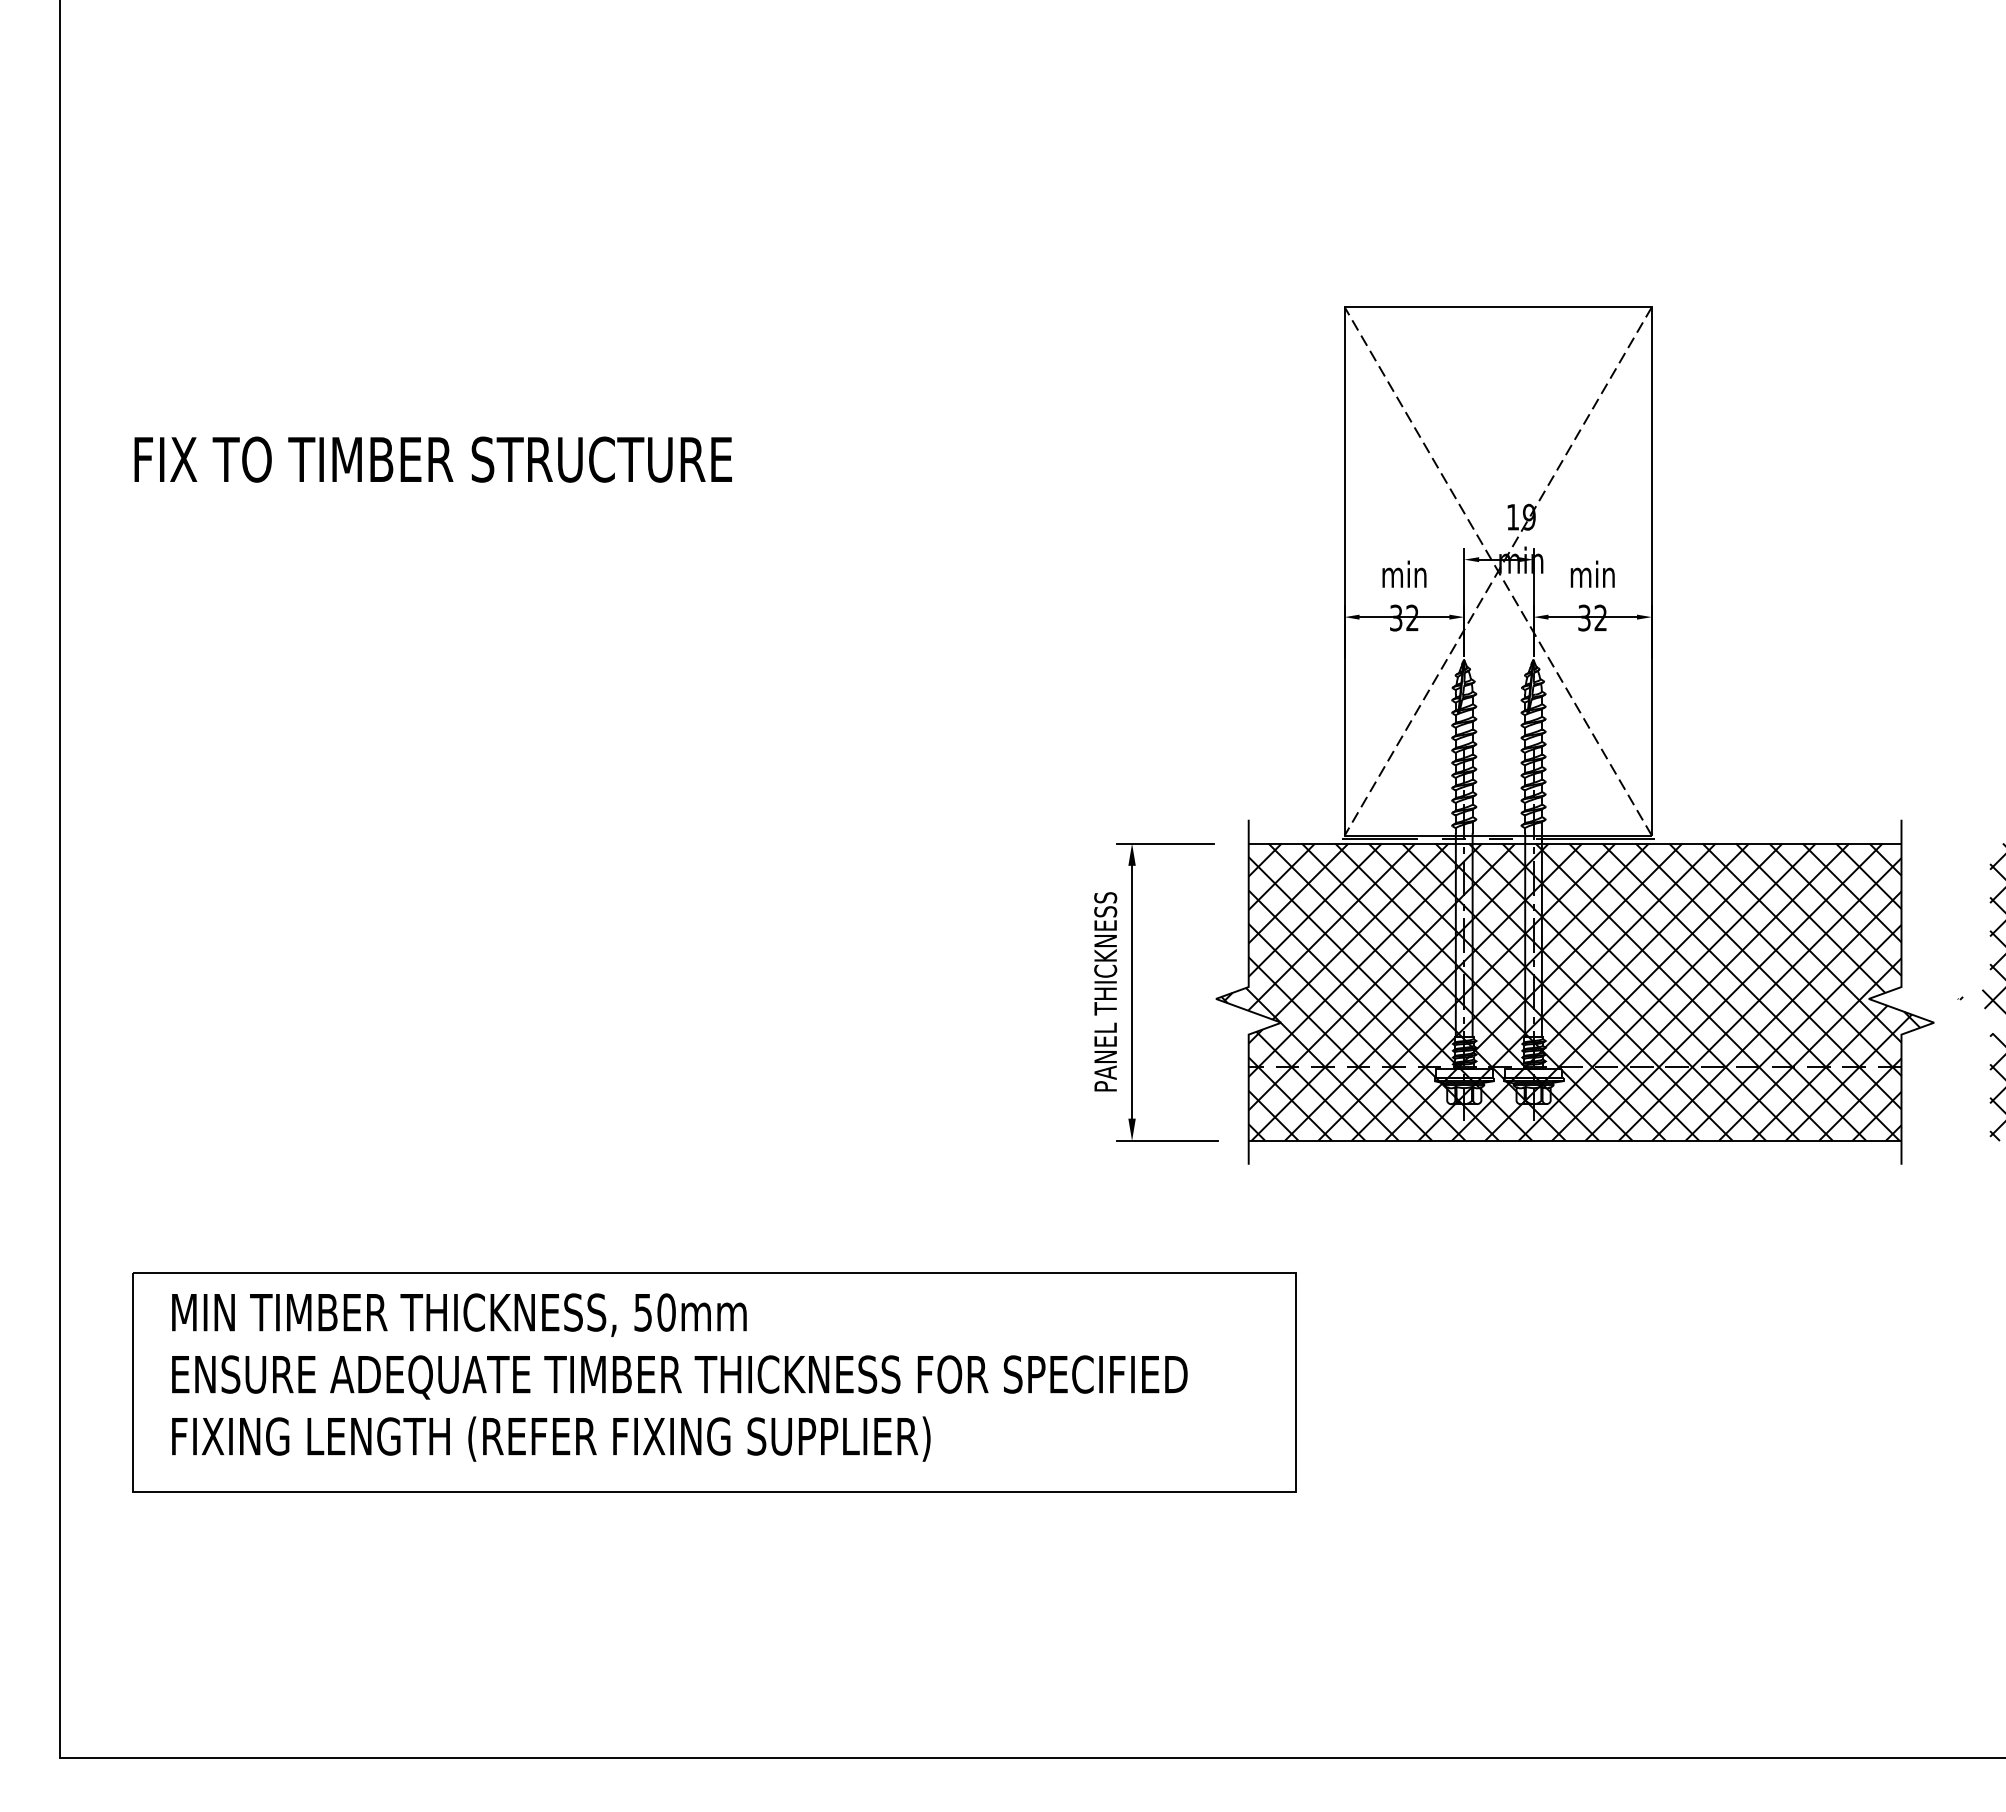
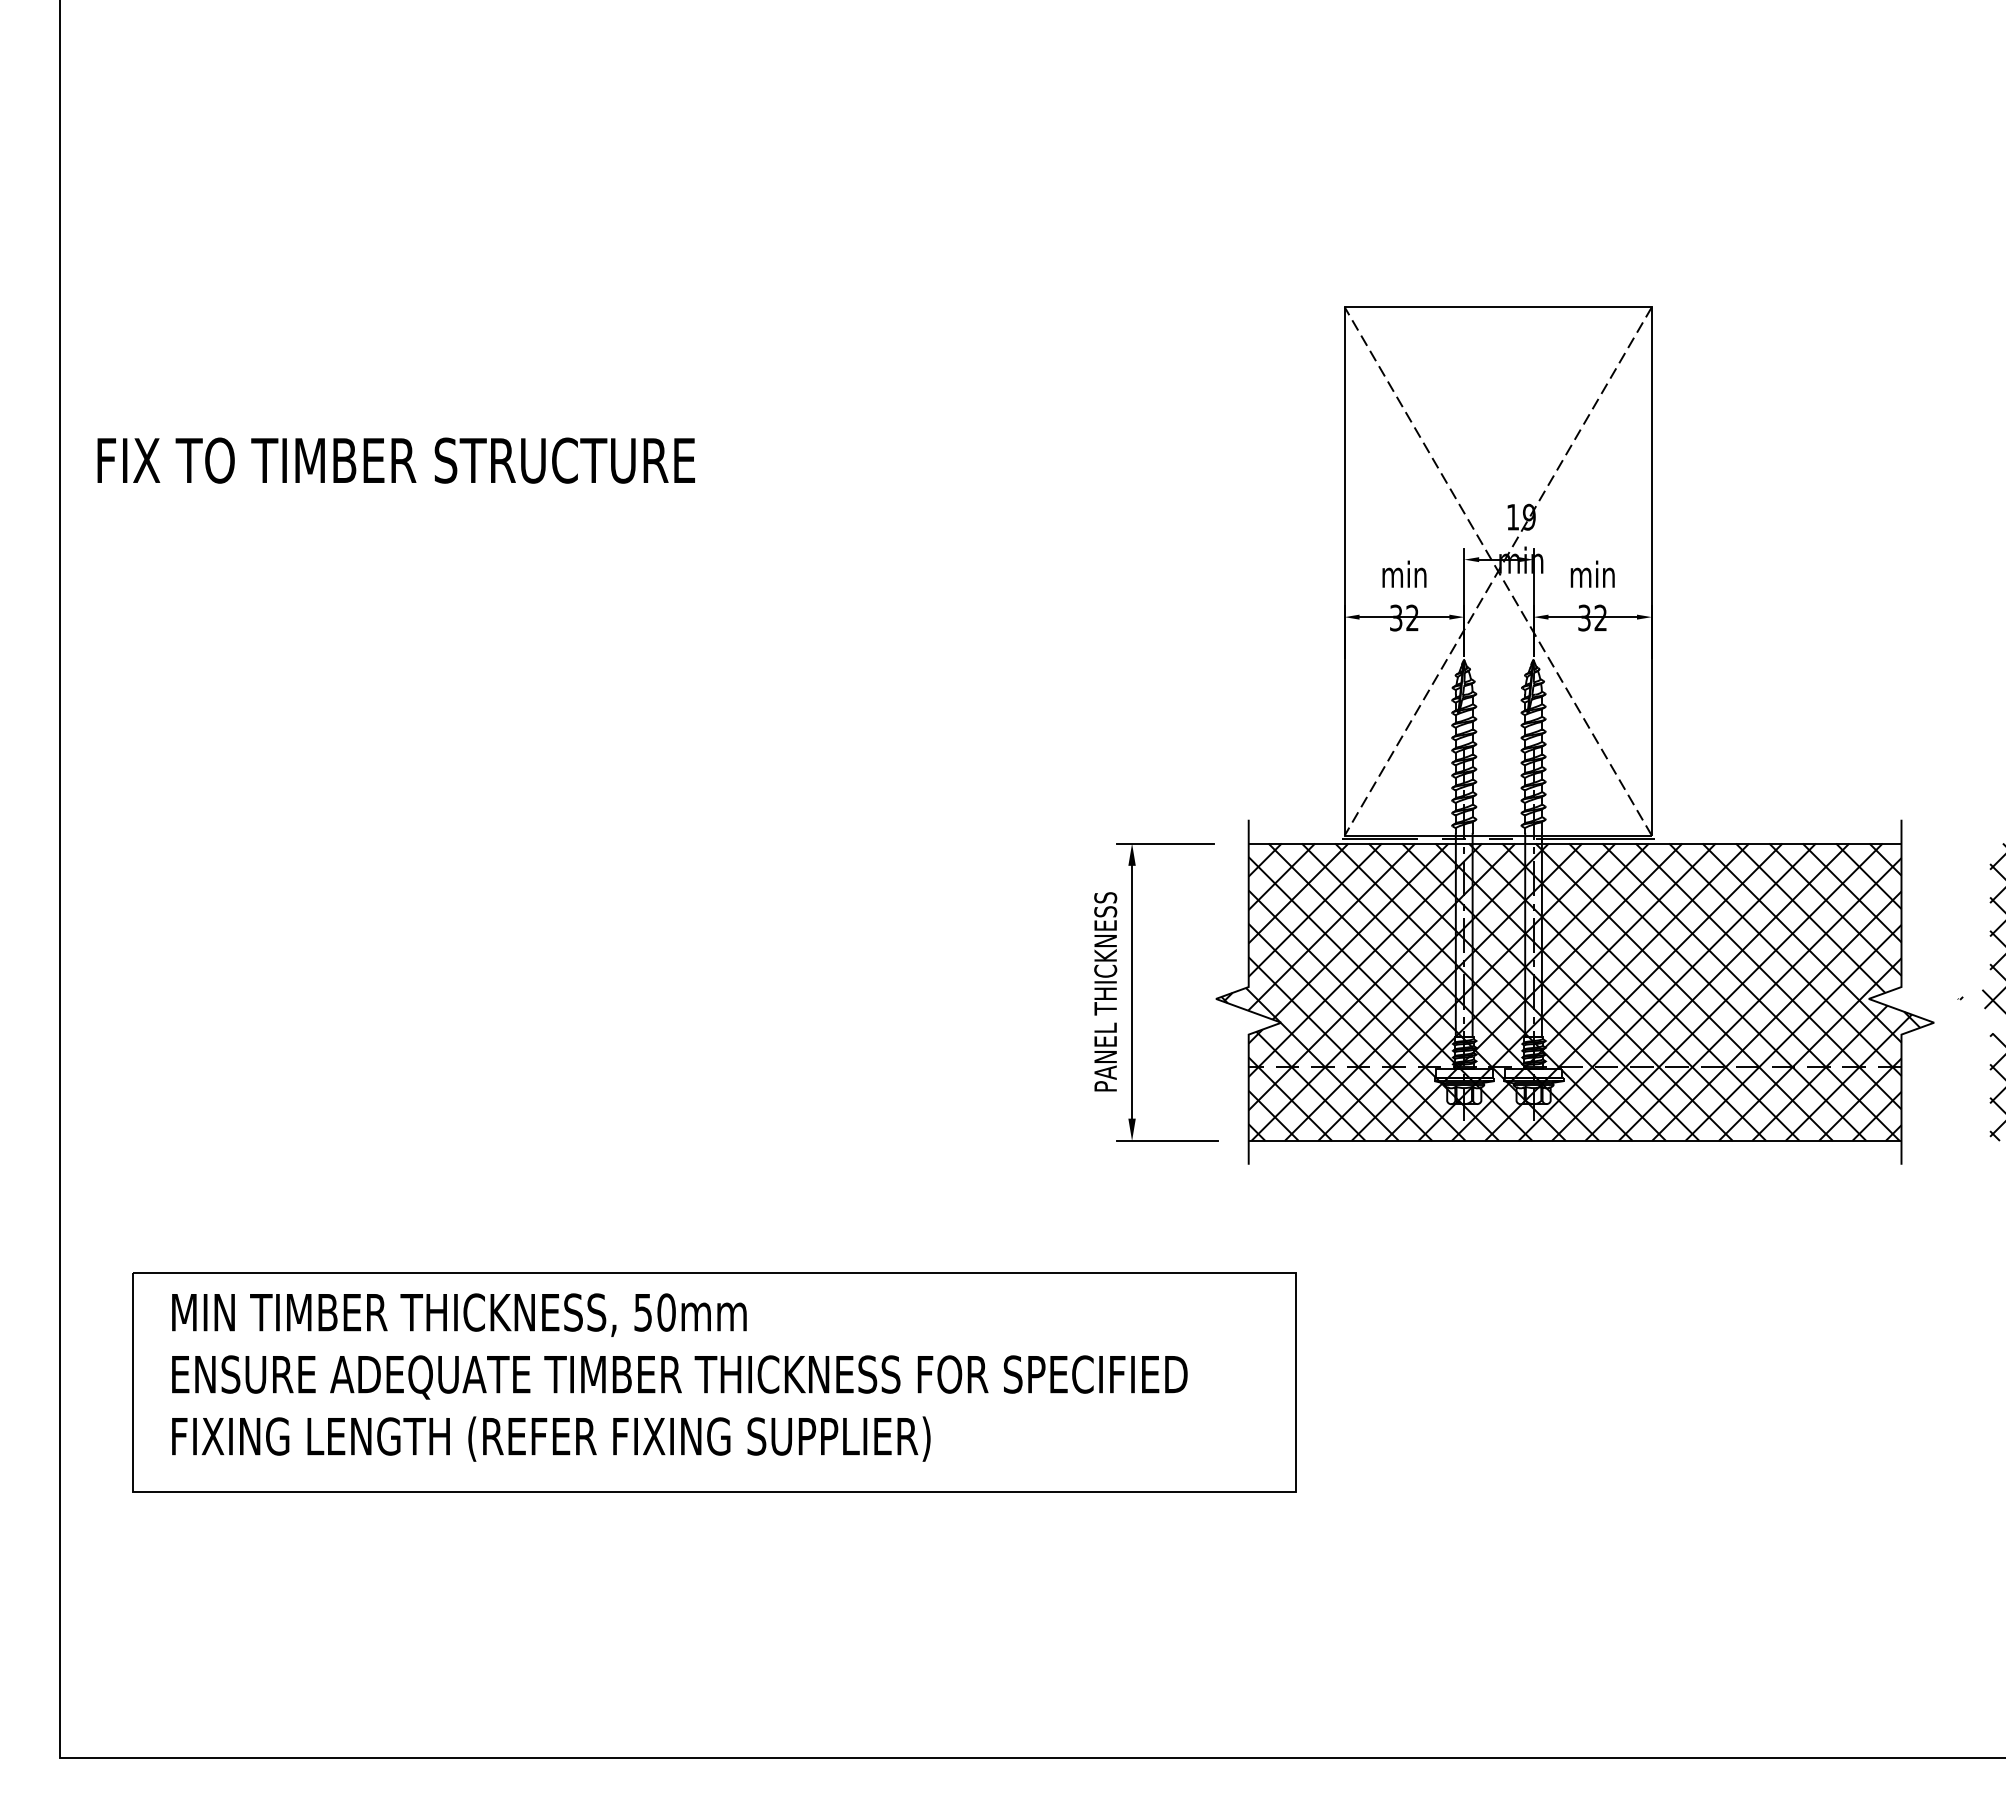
text at (432, 459) position: (432, 459) -> (395, 460)
